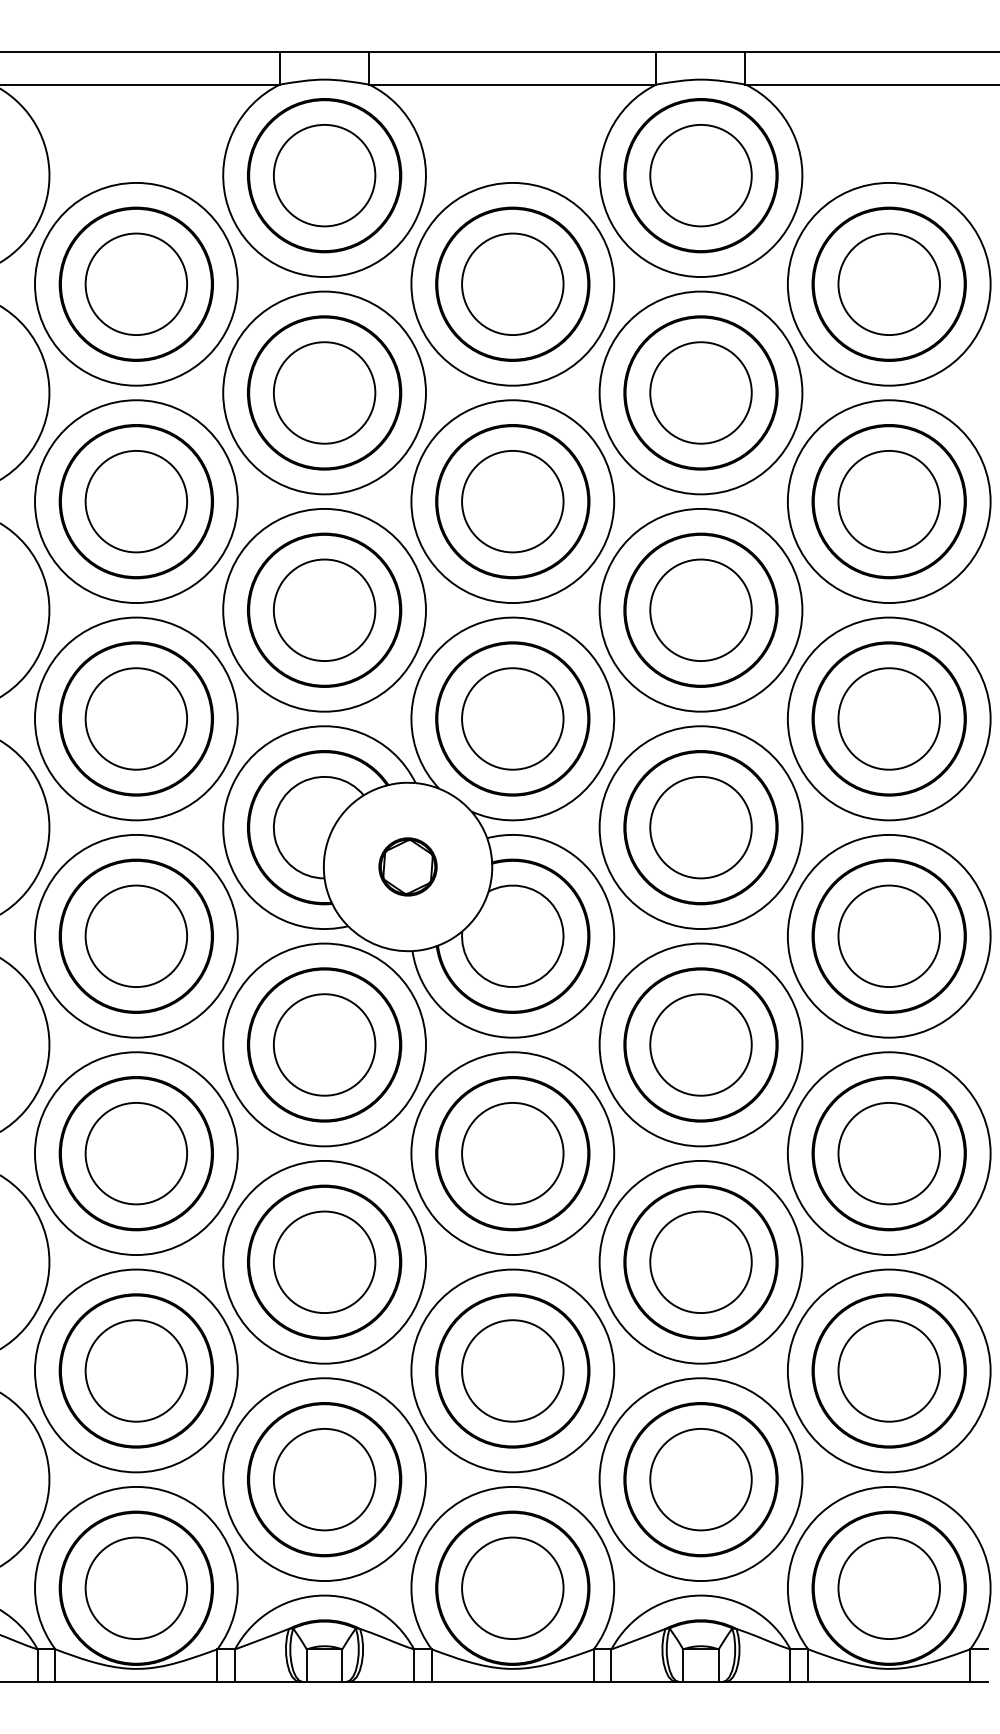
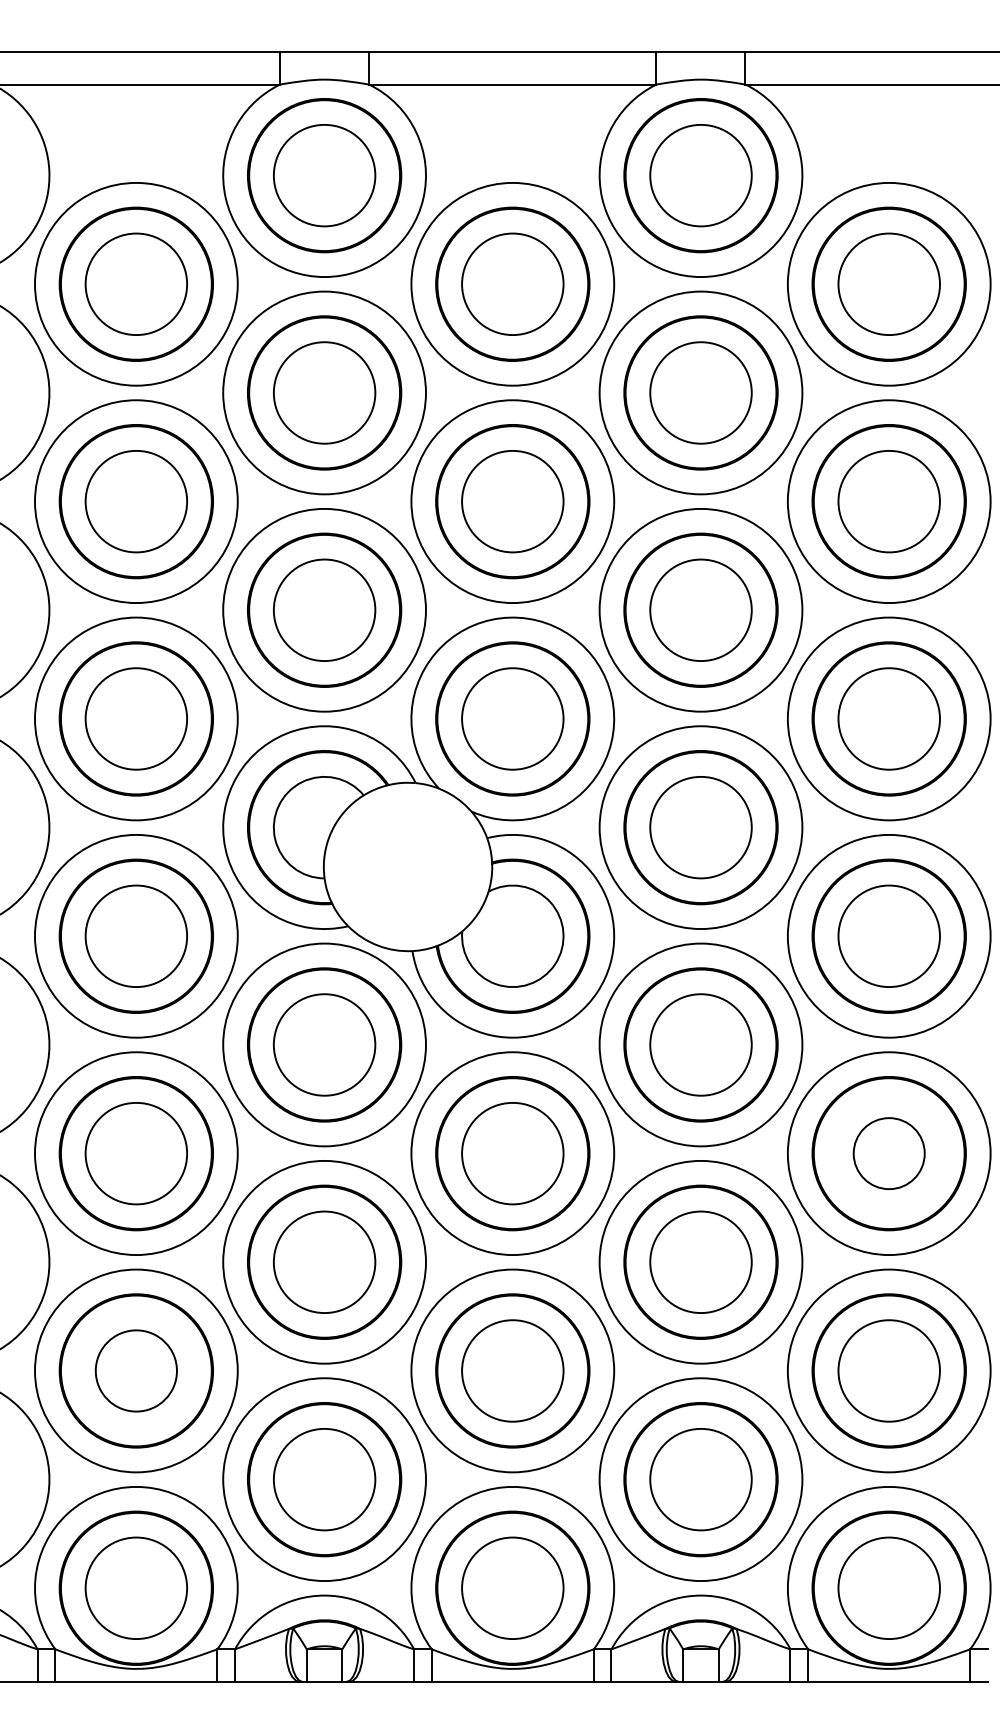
part at (407, 866): present -> none
circle at (888, 1153) diameter: 101 px -> 71 px
circle at (136, 1370) diameter: 101 px -> 81 px
